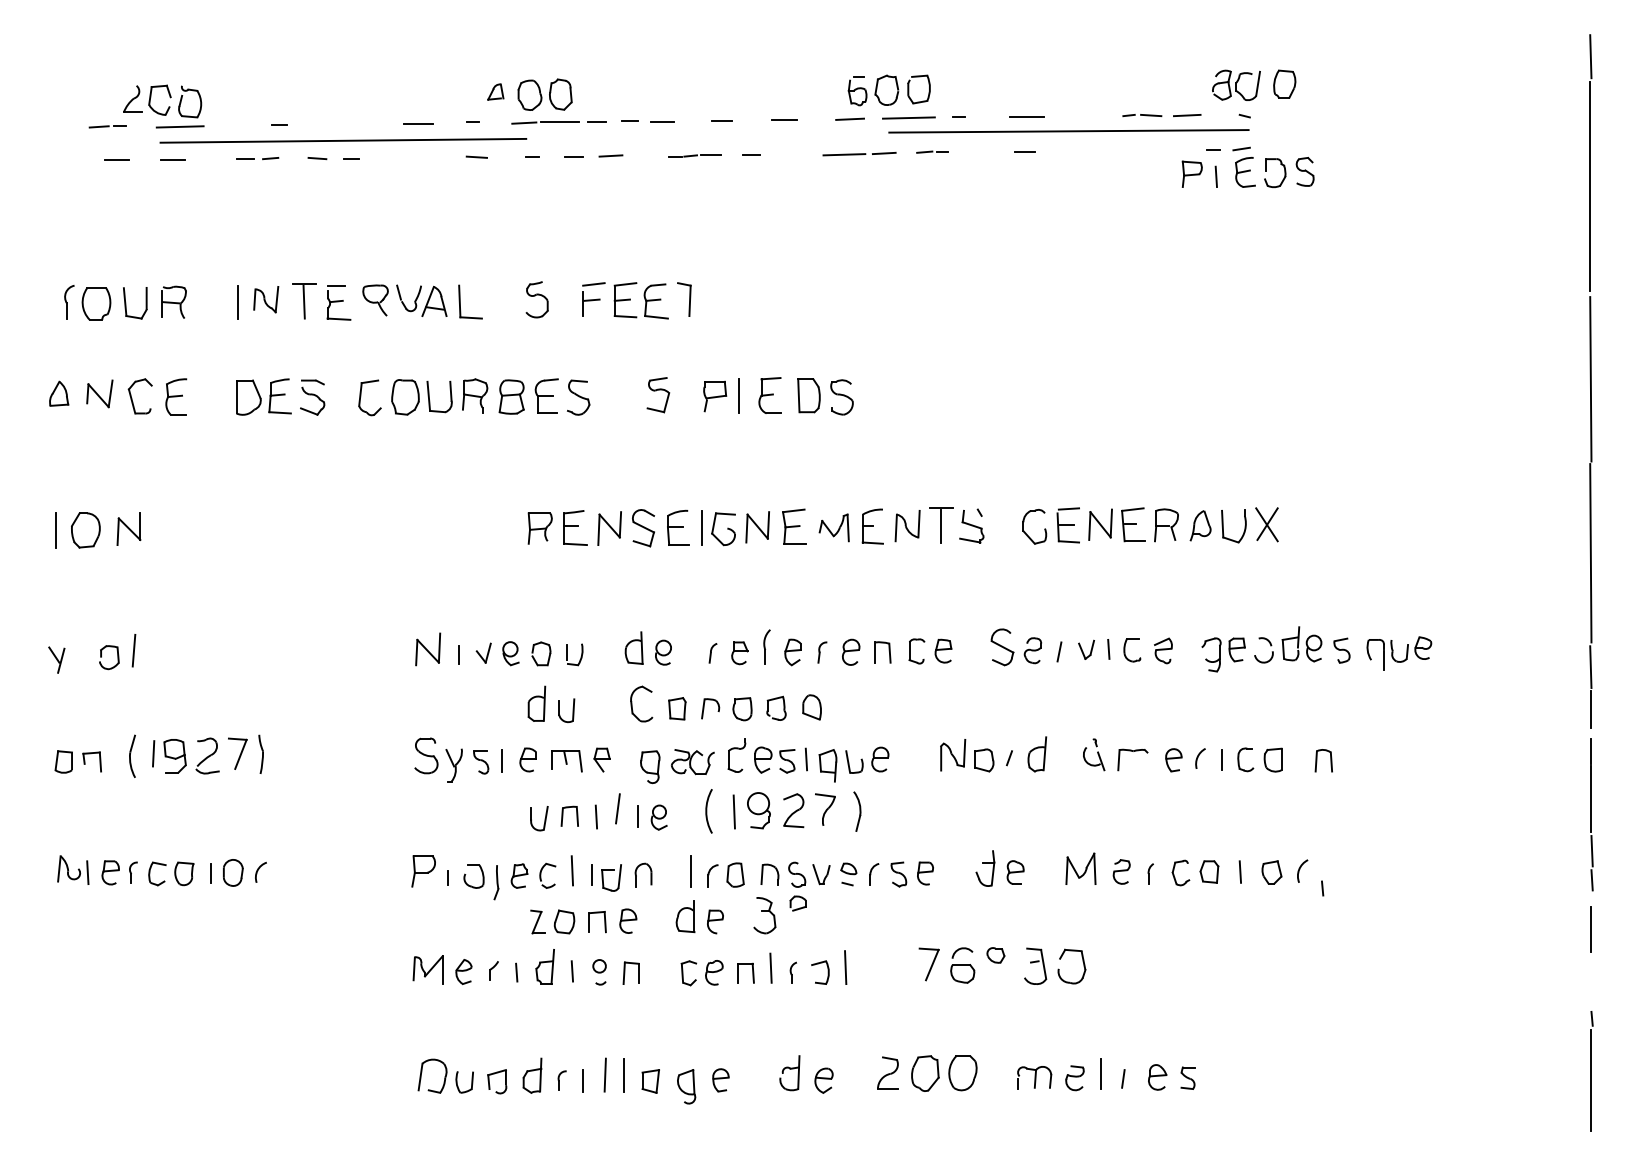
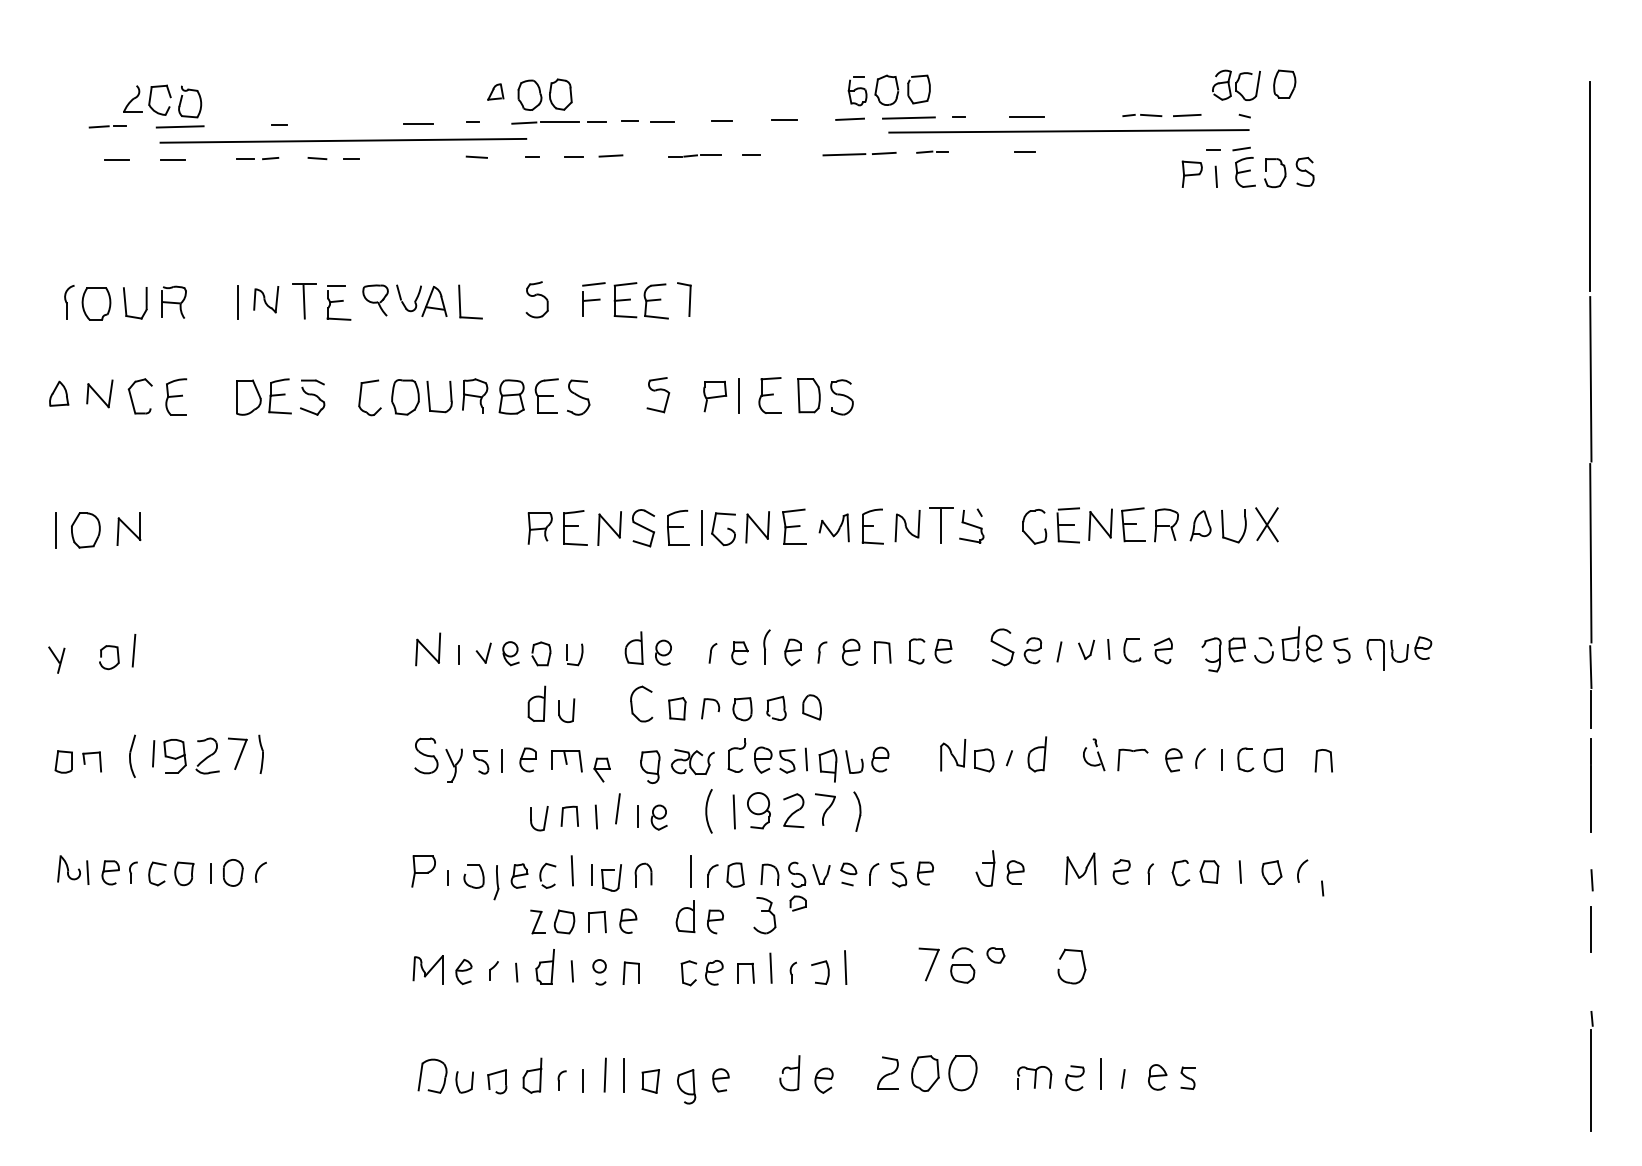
line at (1590, 56): present -> none
part at (601, 759) position: (601, 759) -> (601, 769)
line at (1591, 851): present -> none
part at (1035, 965): present -> none
